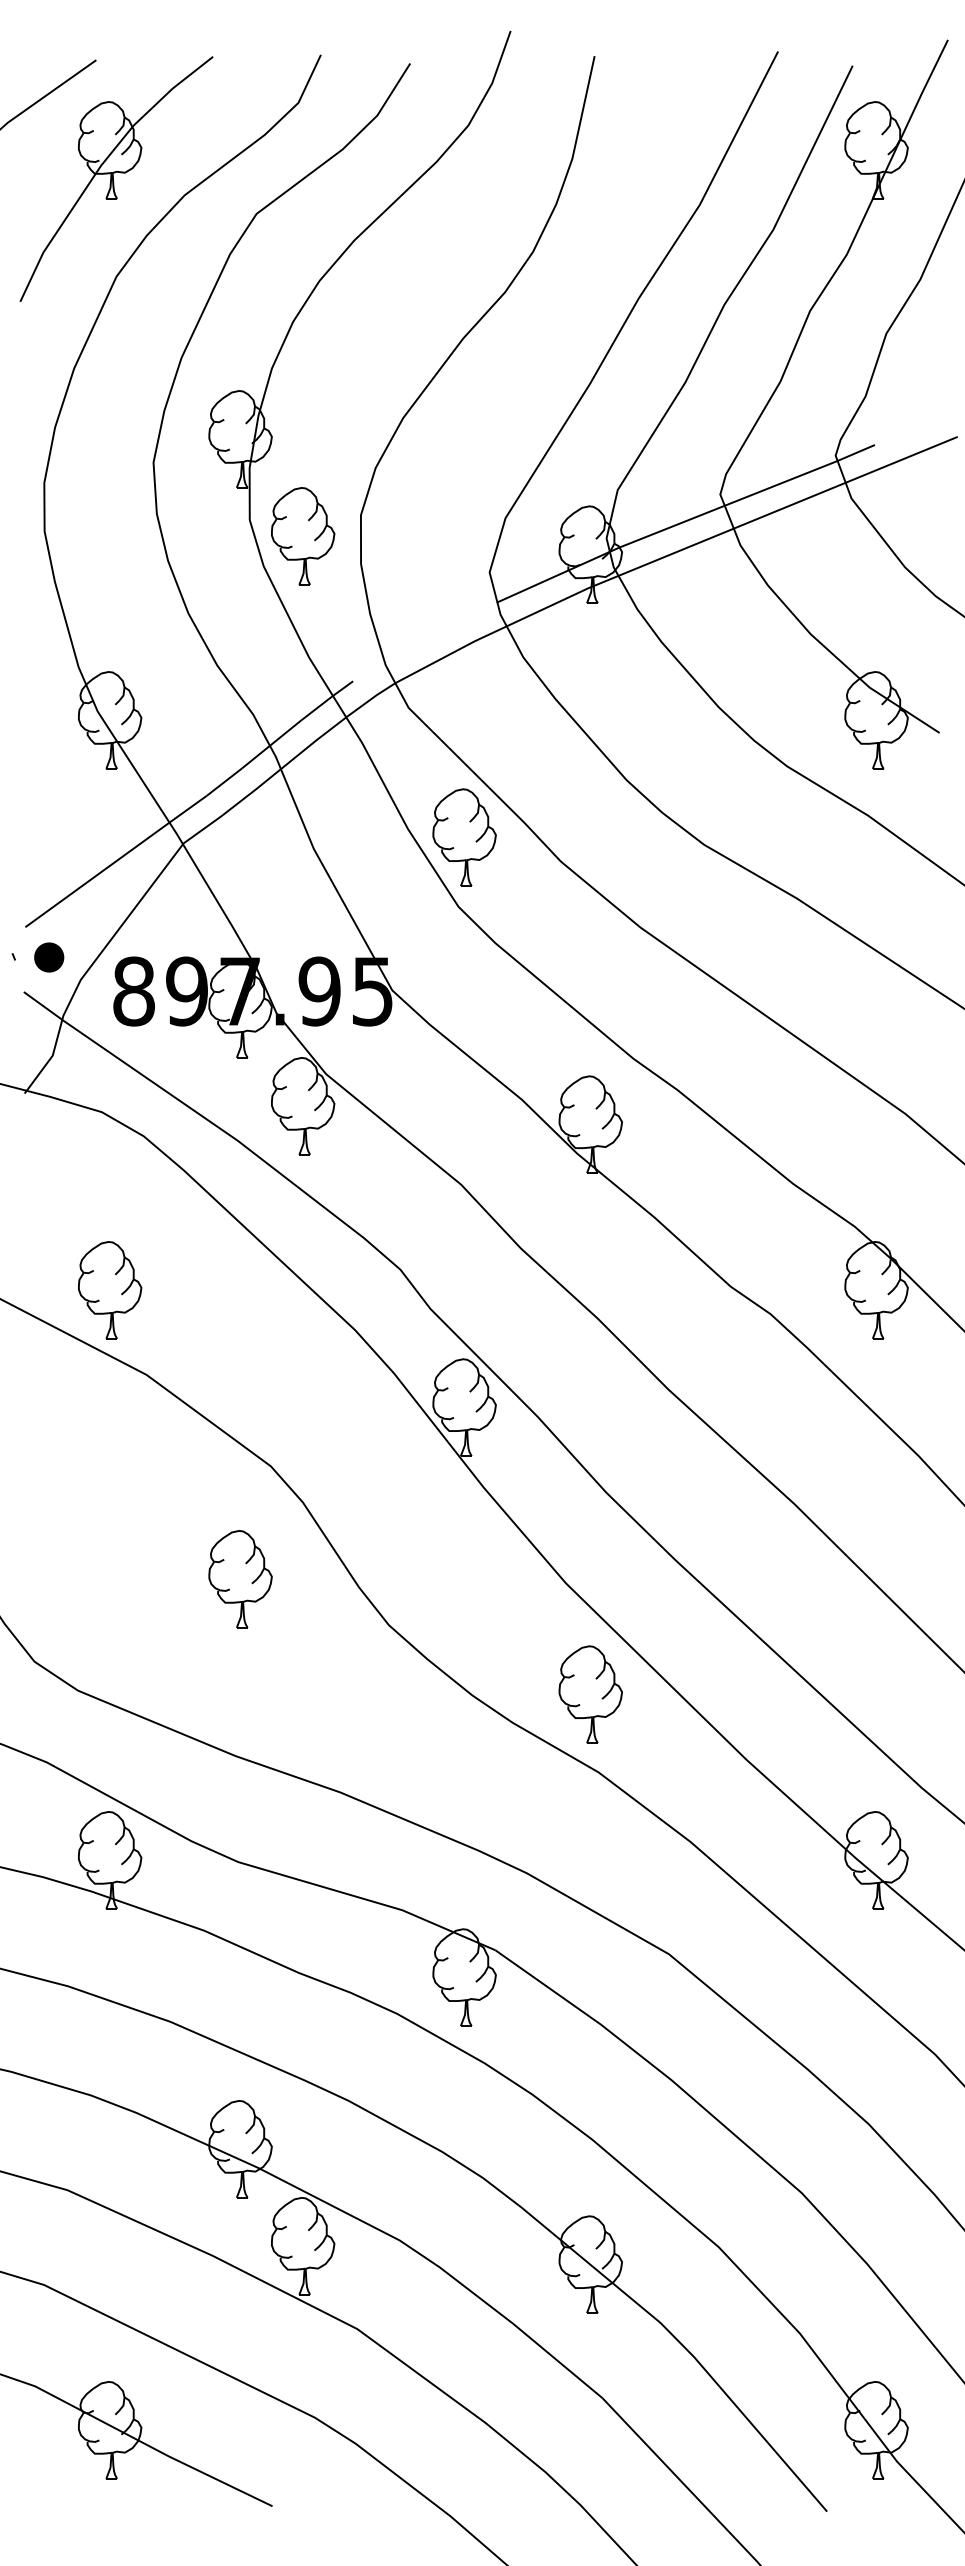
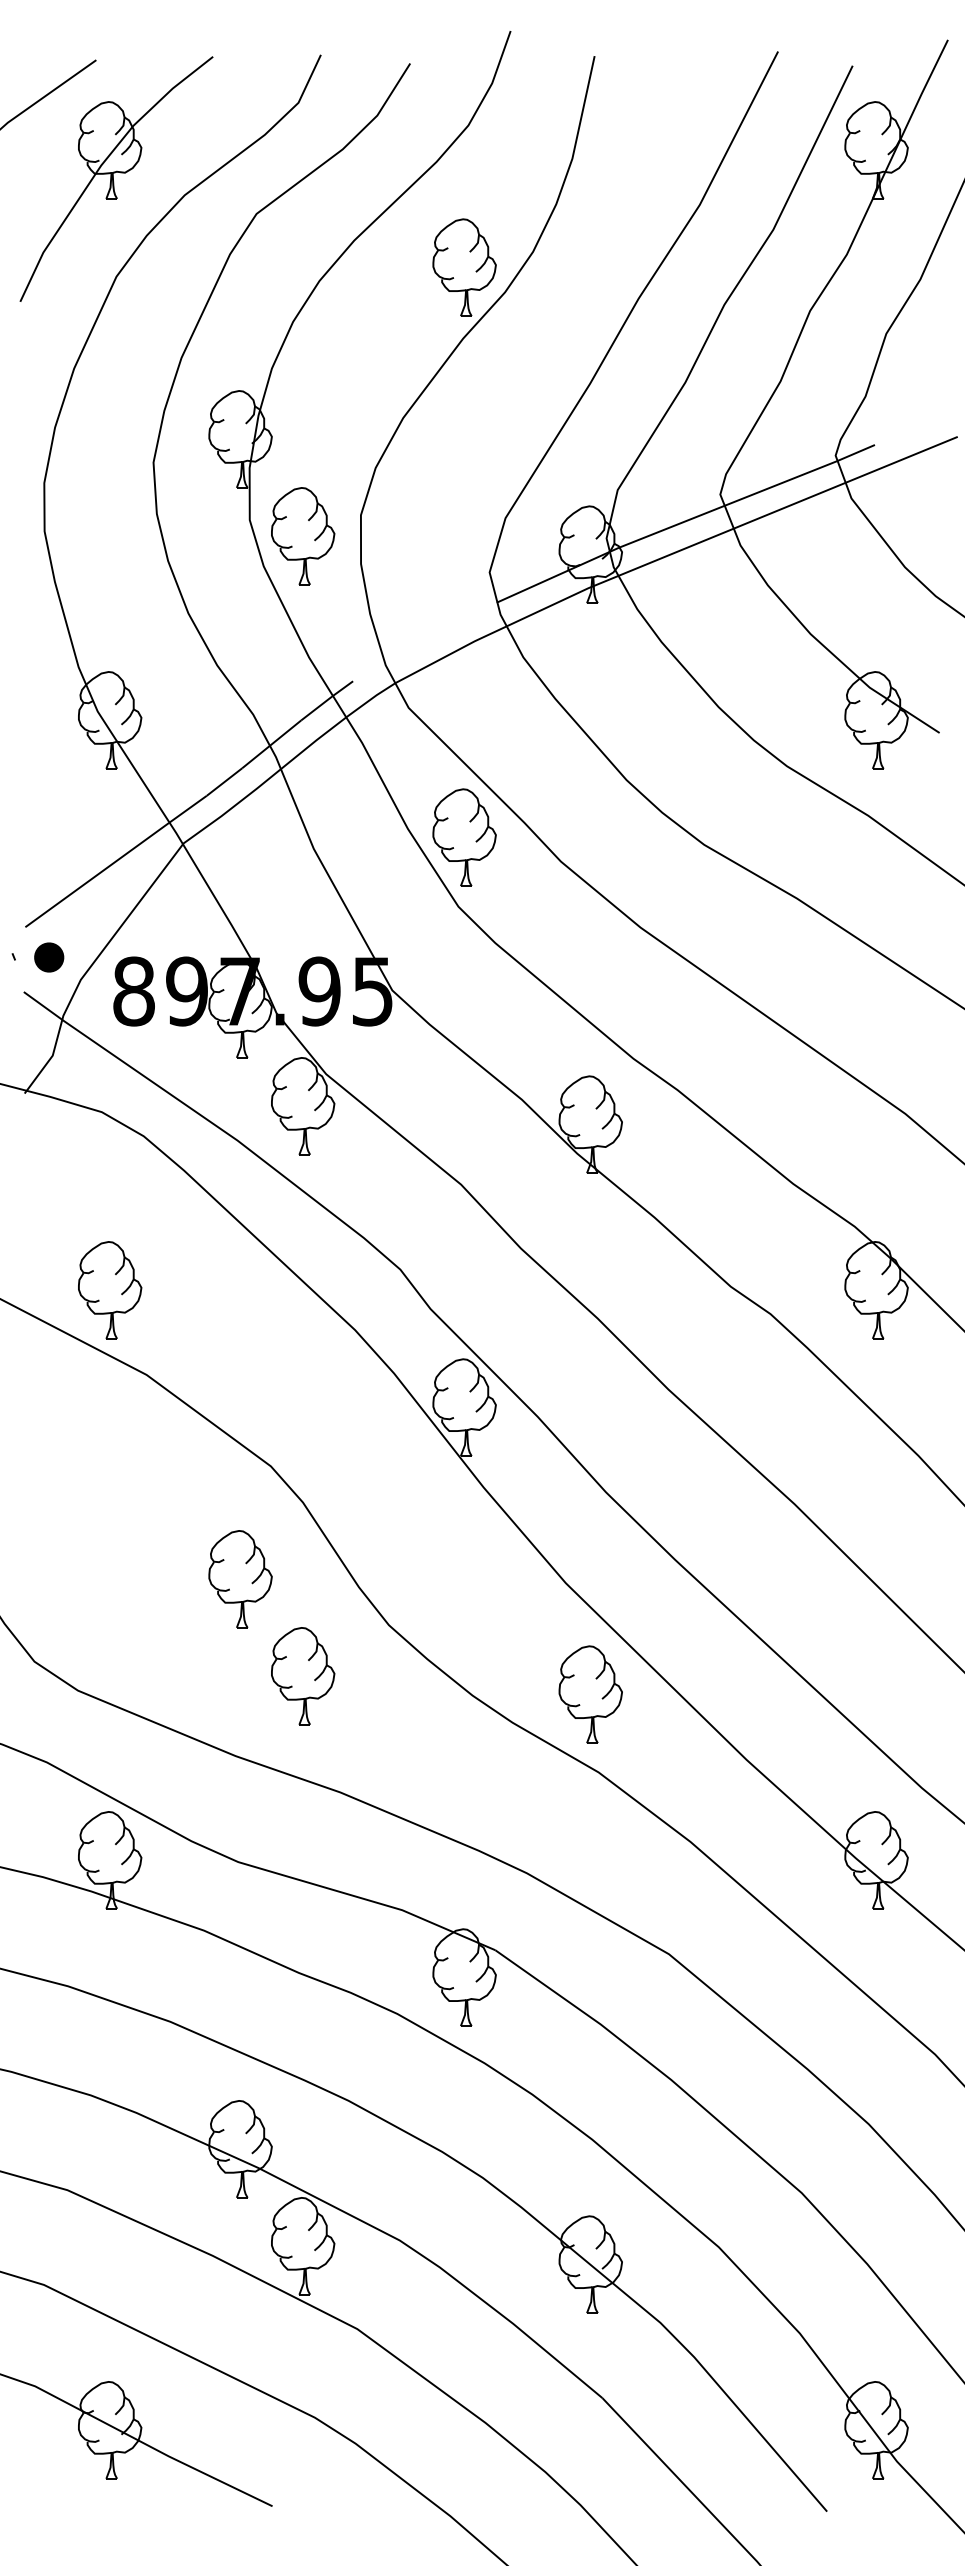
part at (464, 267): none -> present
part at (303, 1676): none -> present
